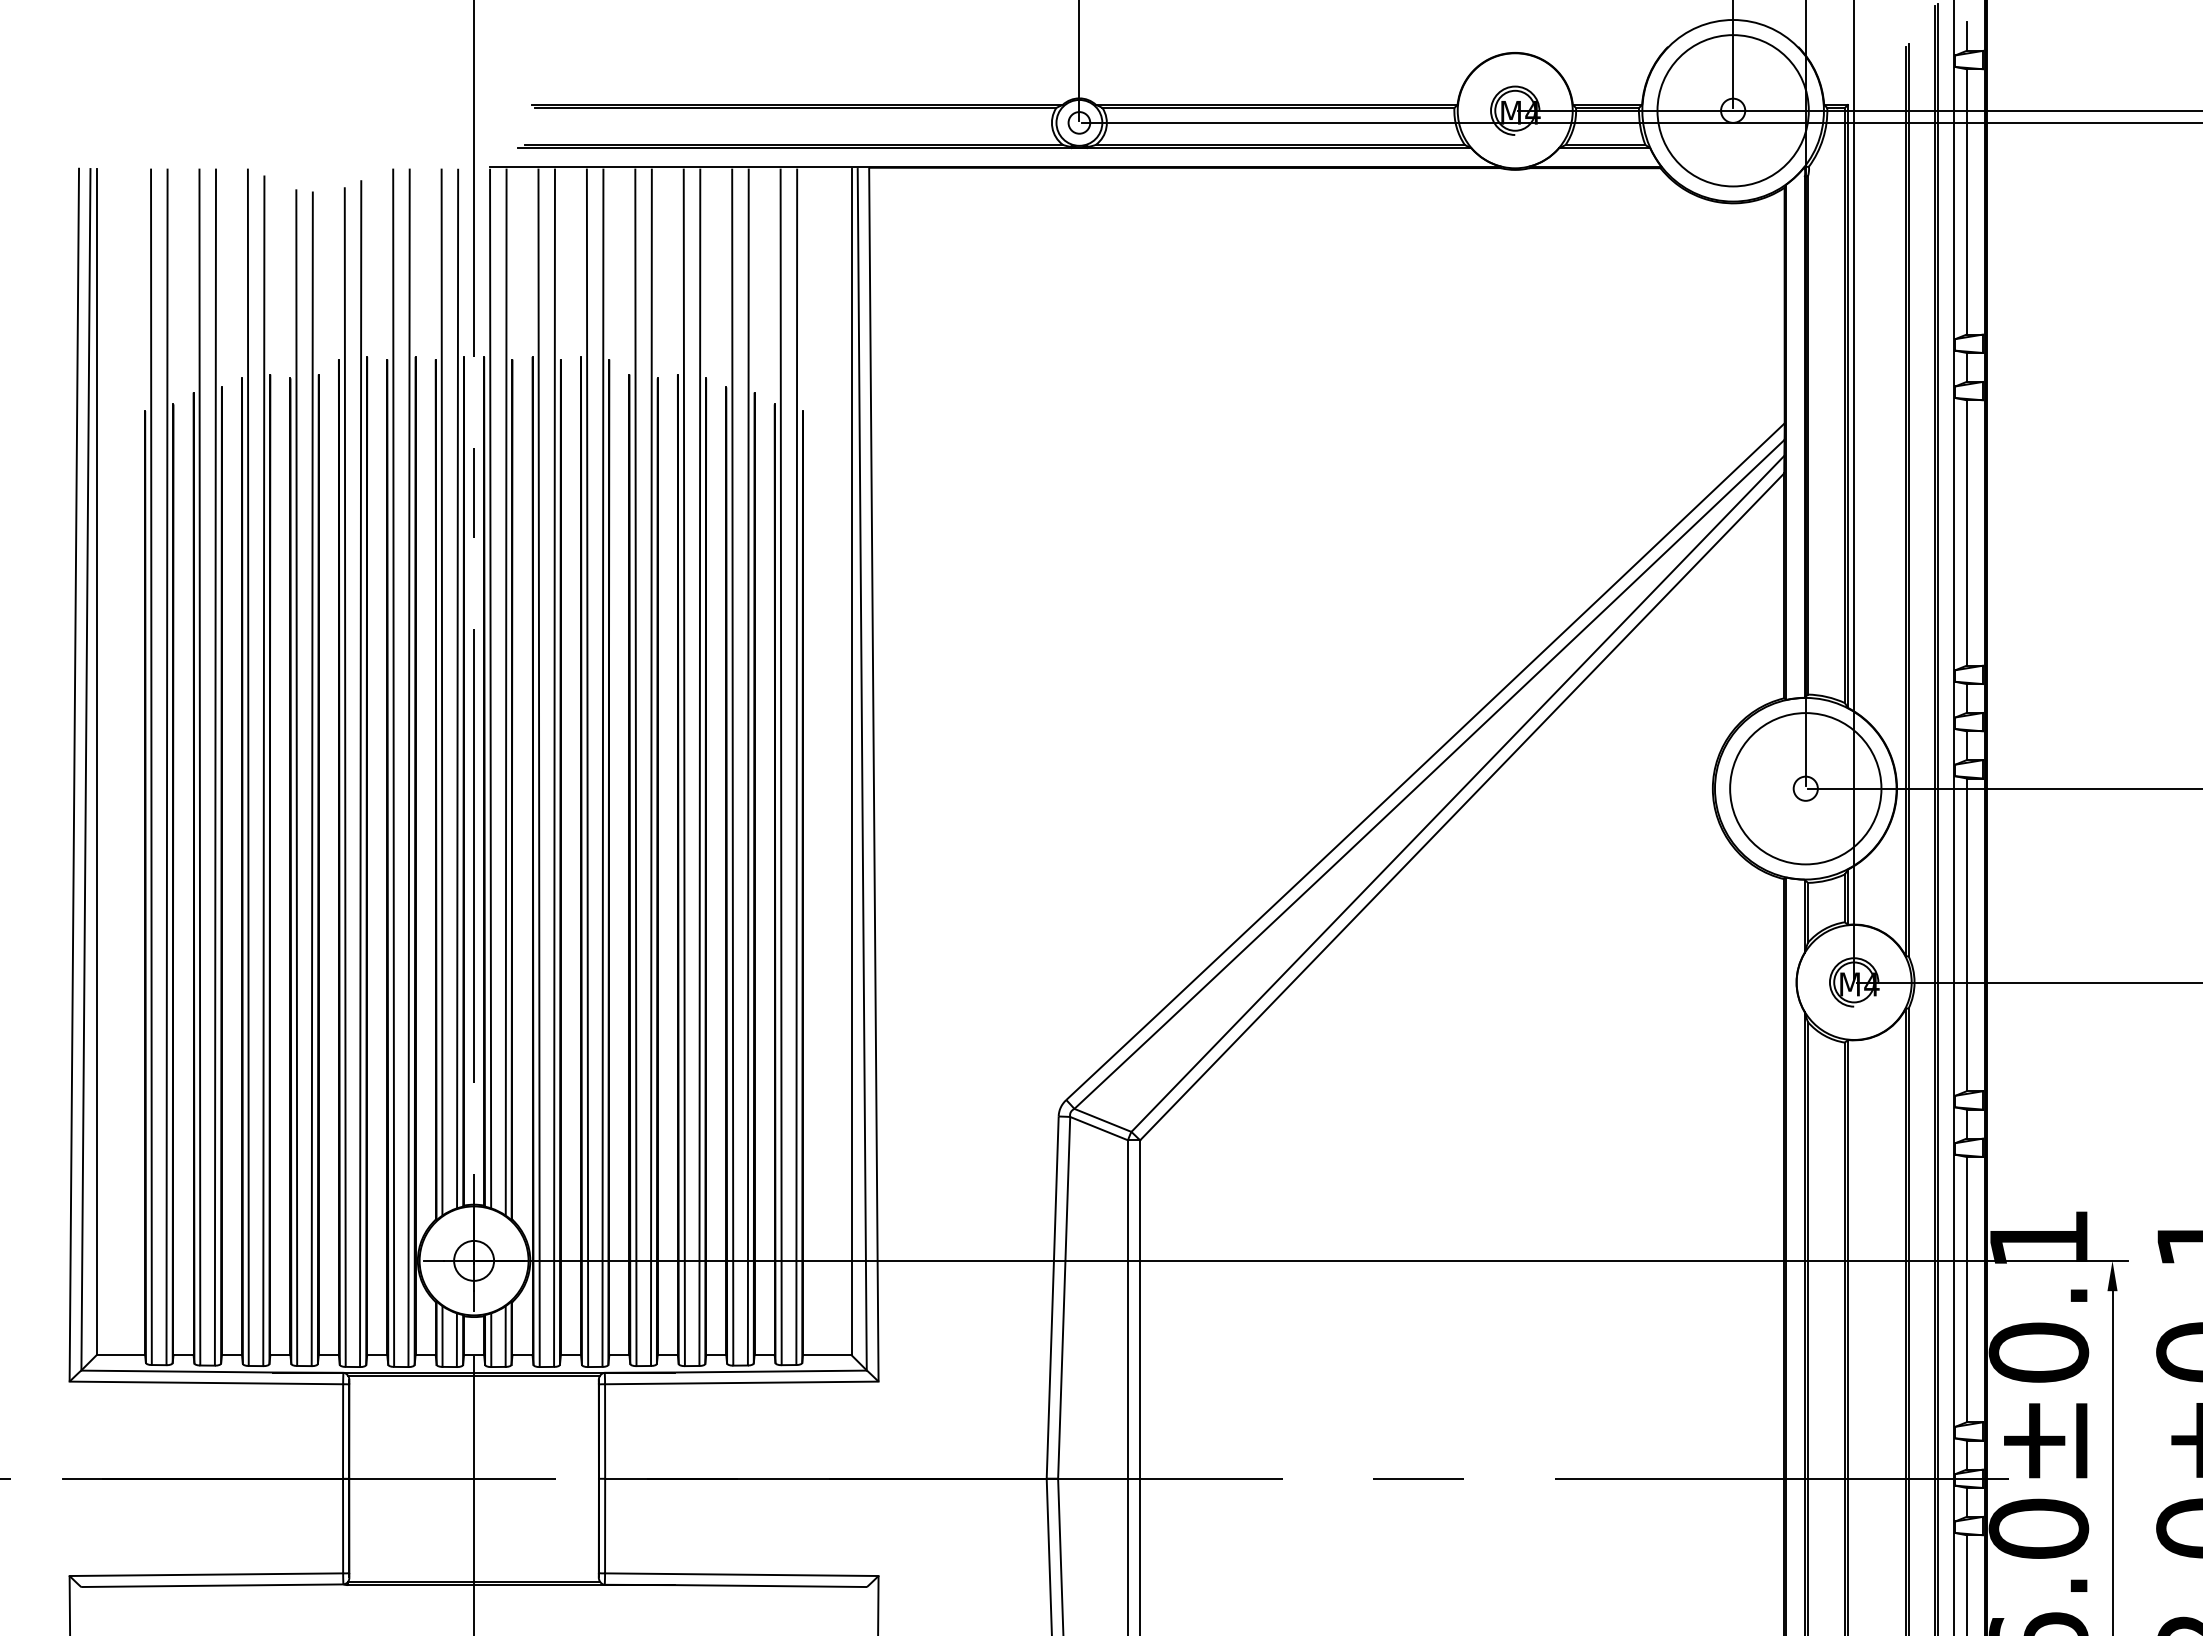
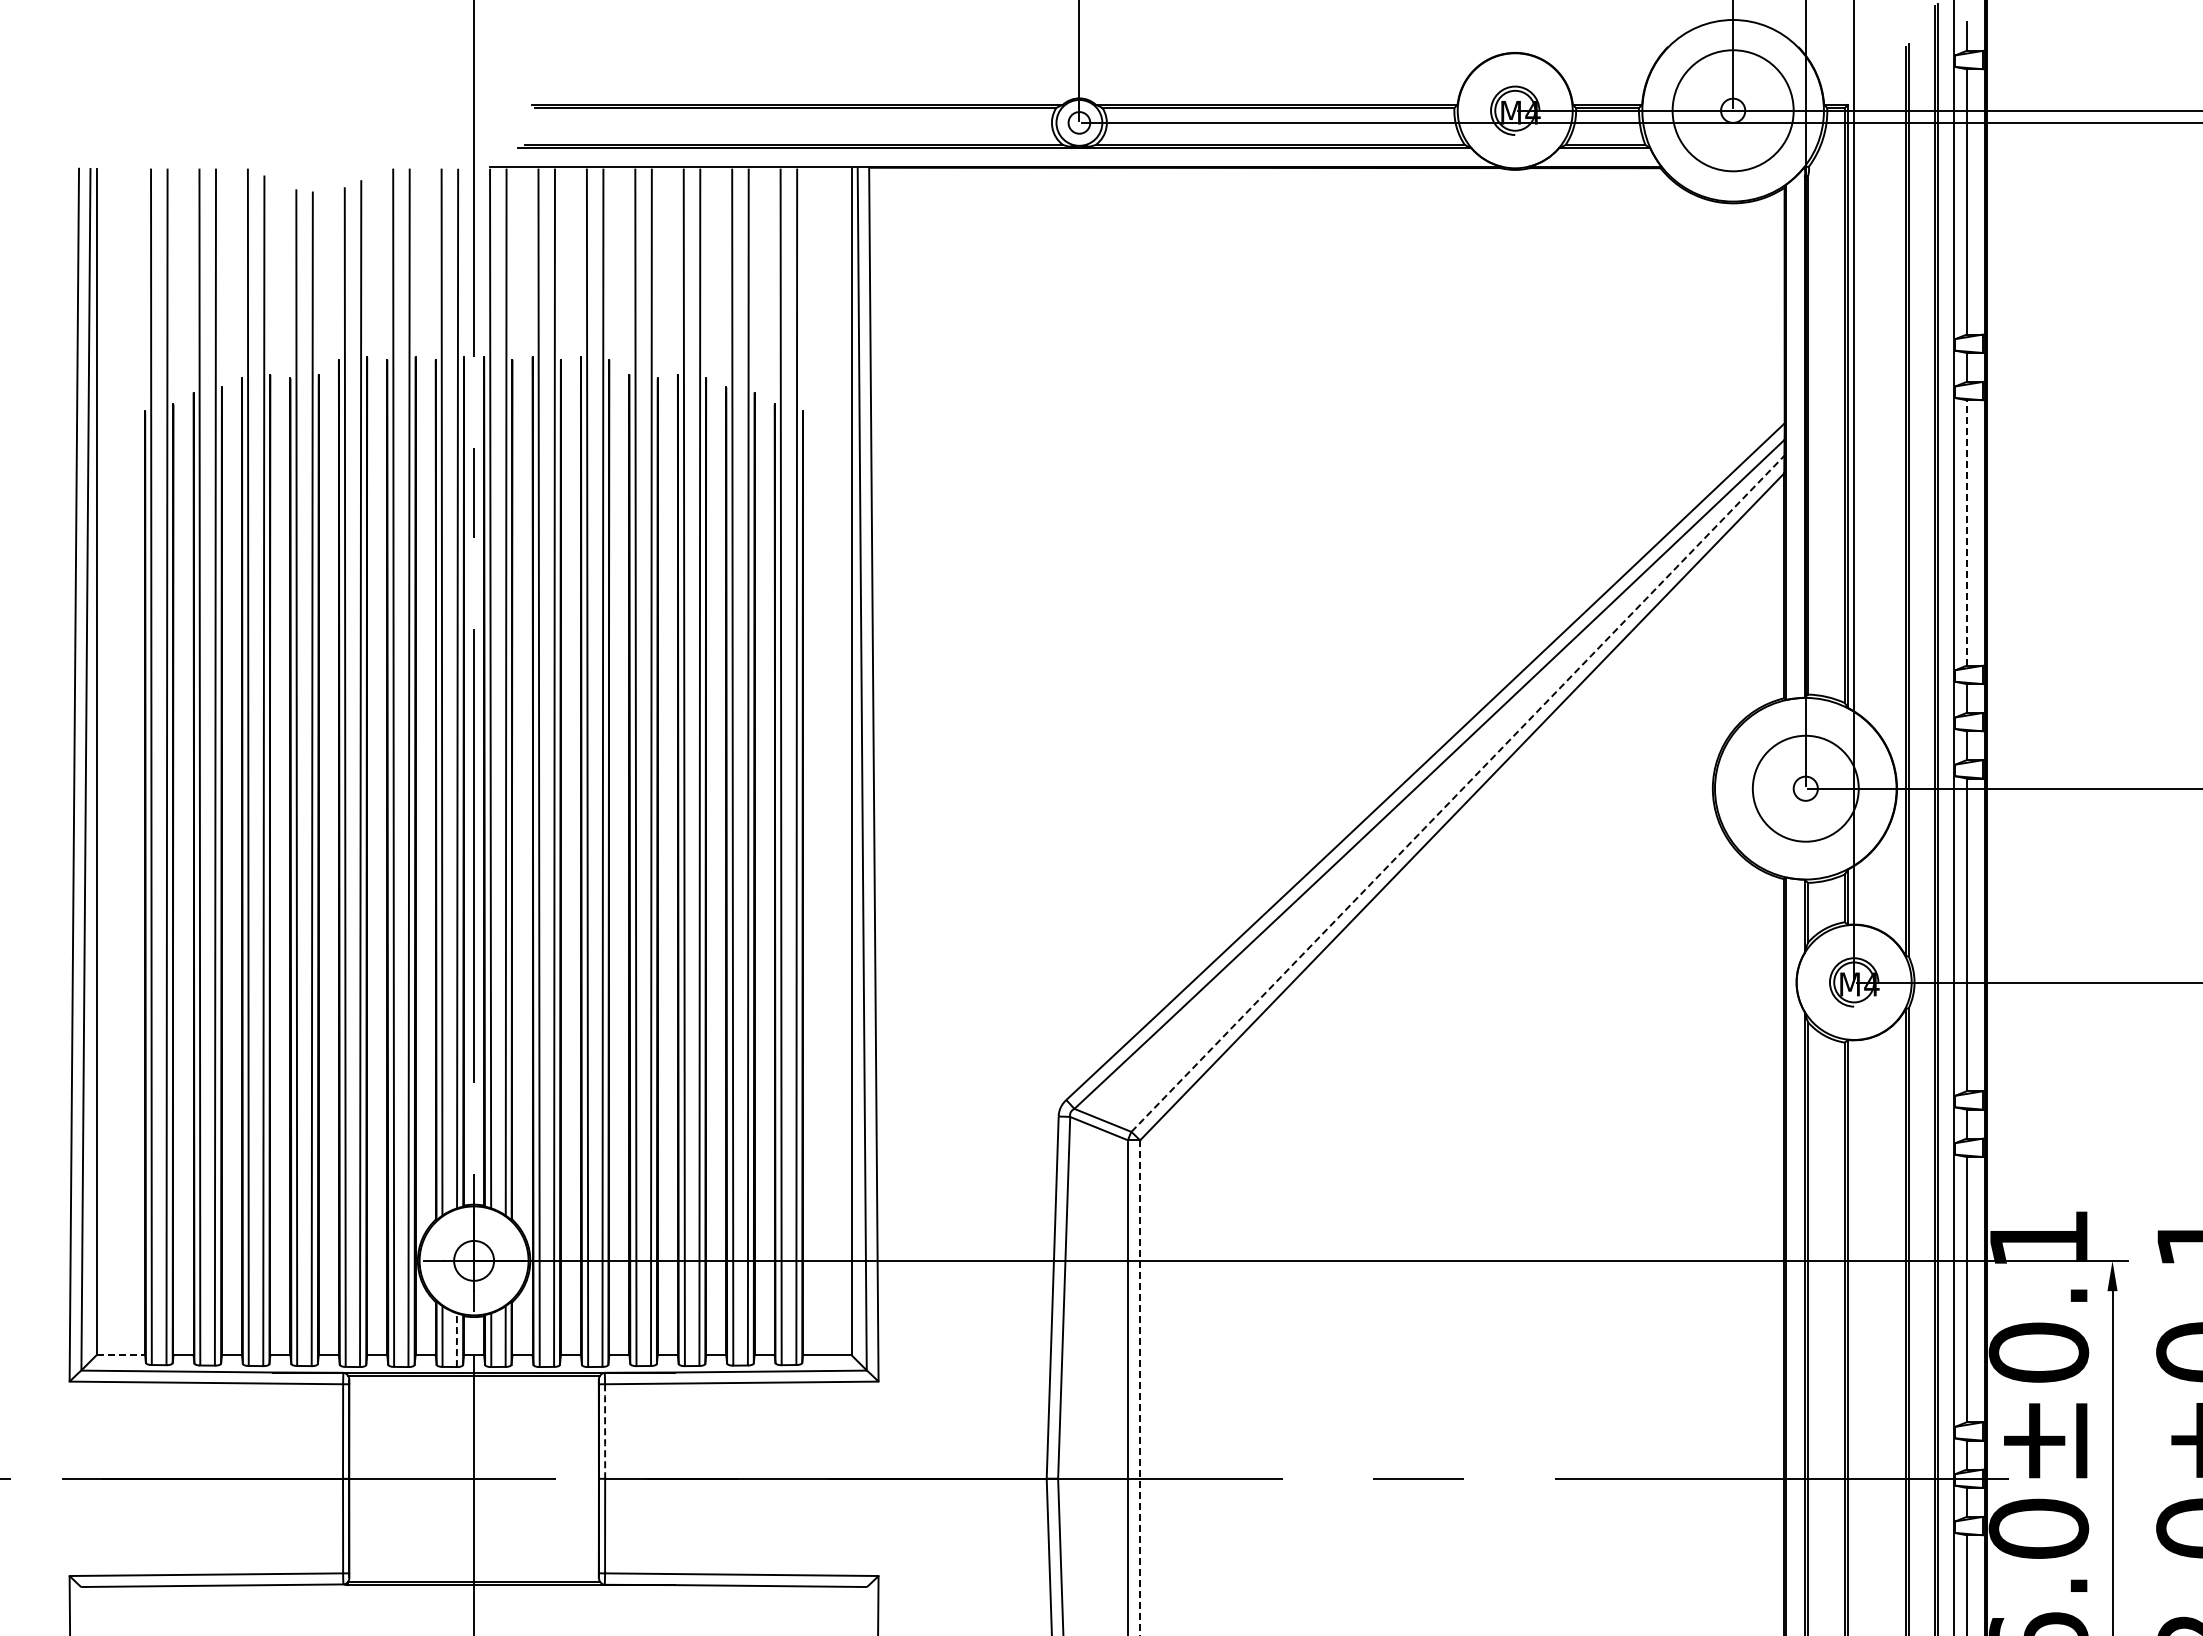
circle at (1732, 110) diameter: 151 px -> 121 px
line at (1966, 533): solid -> dashed
circle at (1805, 788) diameter: 151 px -> 106 px
line at (1457, 793): solid -> dashed
line at (456, 1341): solid -> dashed
line at (121, 1355): solid -> dashed
line at (1140, 1388): solid -> dashed
line at (605, 1431): solid -> dashed
